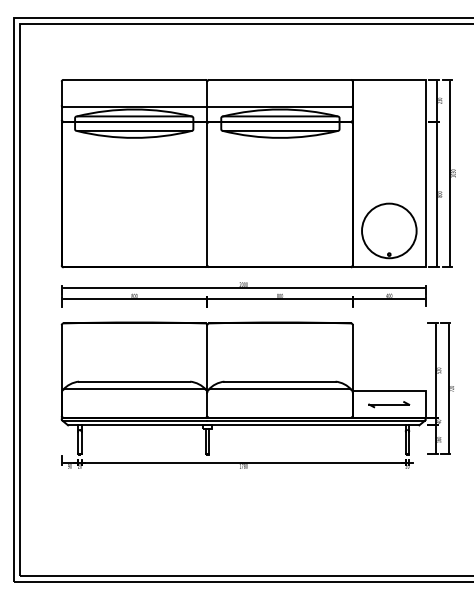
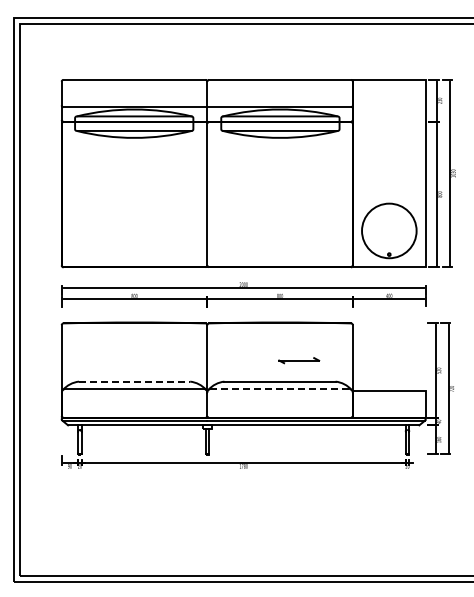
line at (134, 381): solid -> dashed
line at (279, 388): solid -> dashed
part at (389, 404) position: (389, 404) -> (299, 360)
